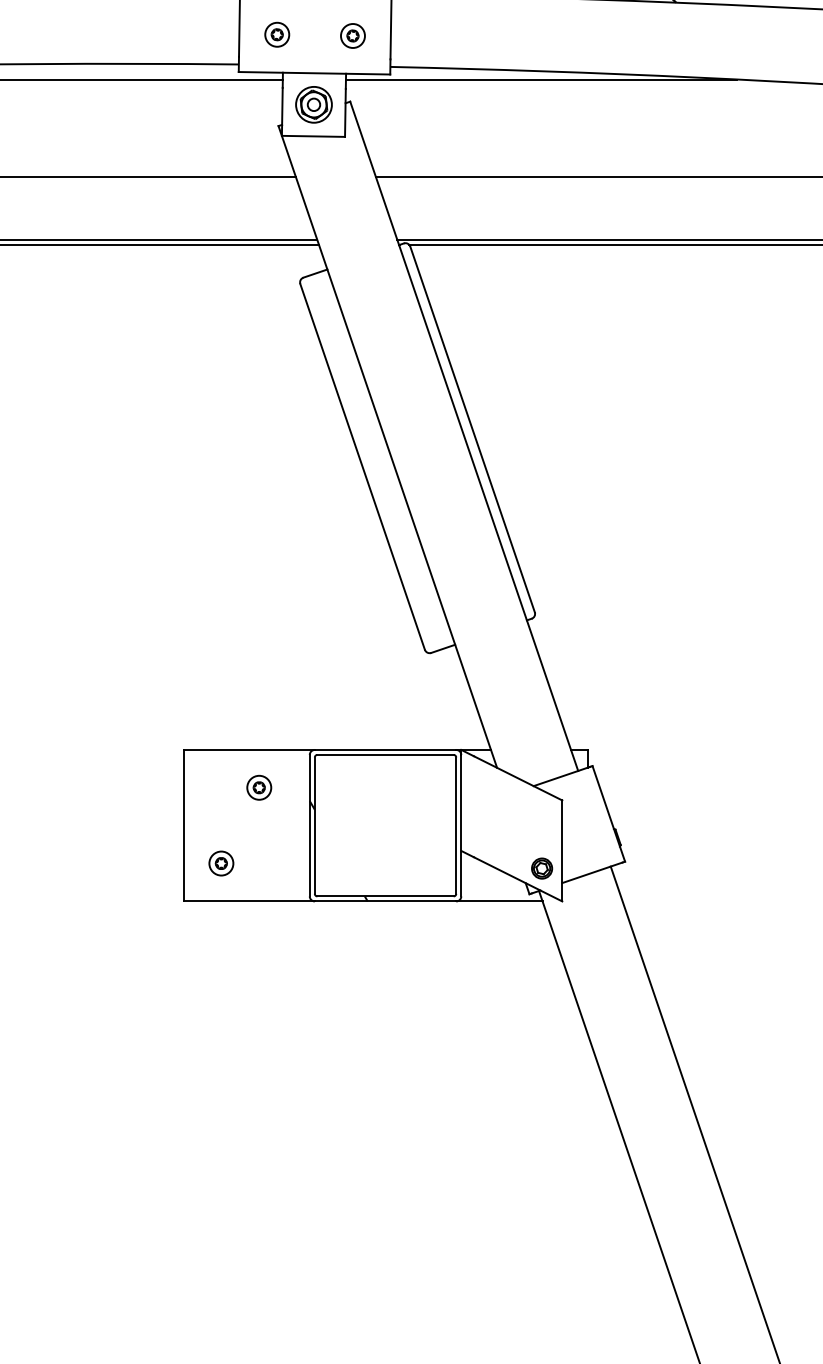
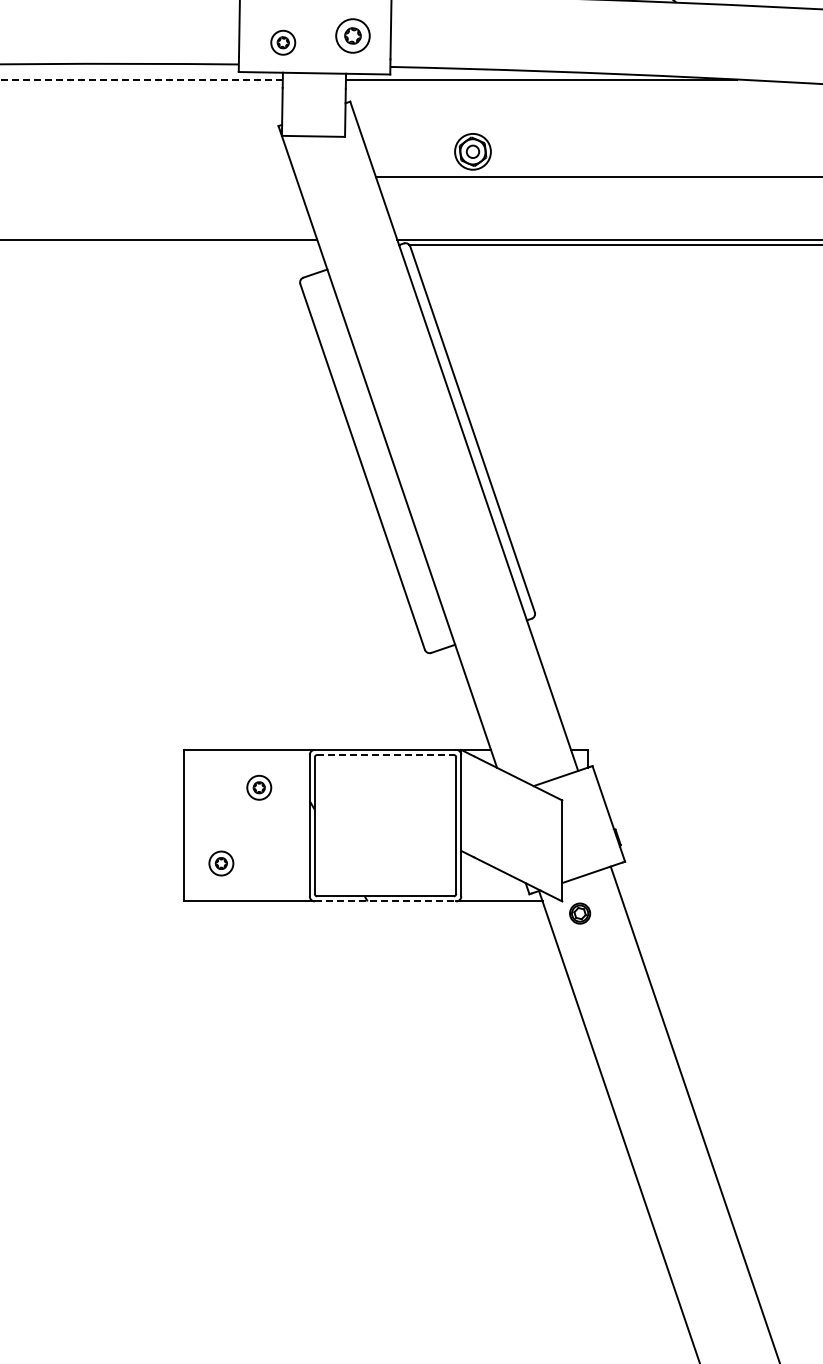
part at (277, 34) position: (277, 34) -> (283, 42)
part at (352, 35) size: 26x26 px -> 36x36 px
line at (140, 79): solid -> dashed
part at (313, 104) position: (313, 104) -> (472, 151)
line at (148, 176): present -> none
line at (160, 244): present -> none
line at (386, 754): solid -> dashed
part at (542, 868) position: (542, 868) -> (580, 913)
line at (385, 901): solid -> dashed
